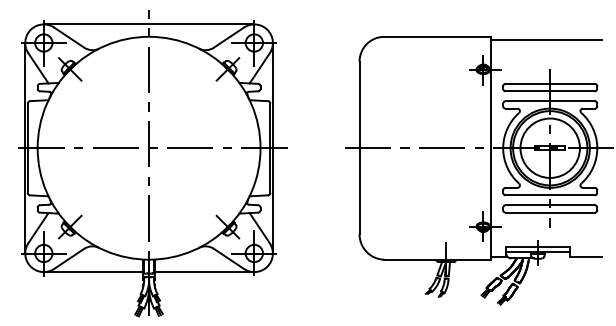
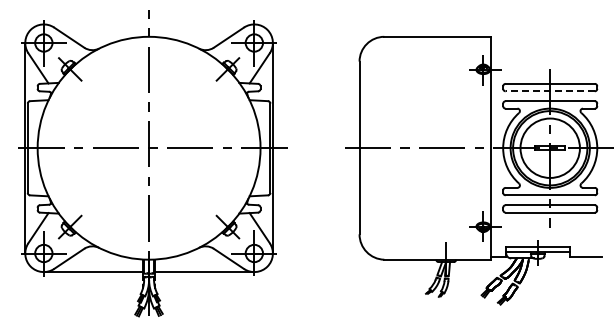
line at (148, 24): present -> none
line at (546, 39): present -> none
line at (550, 91): solid -> dashed
